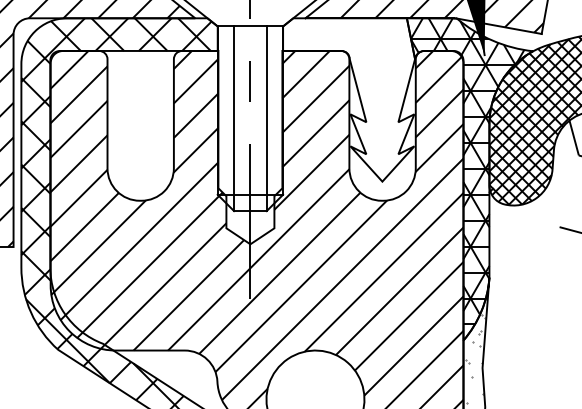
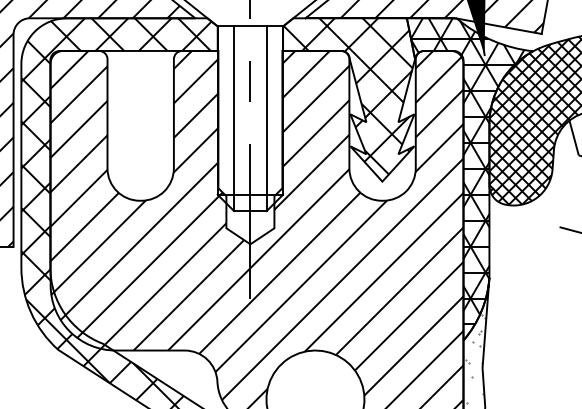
hatch at (347, 96): none -> present
